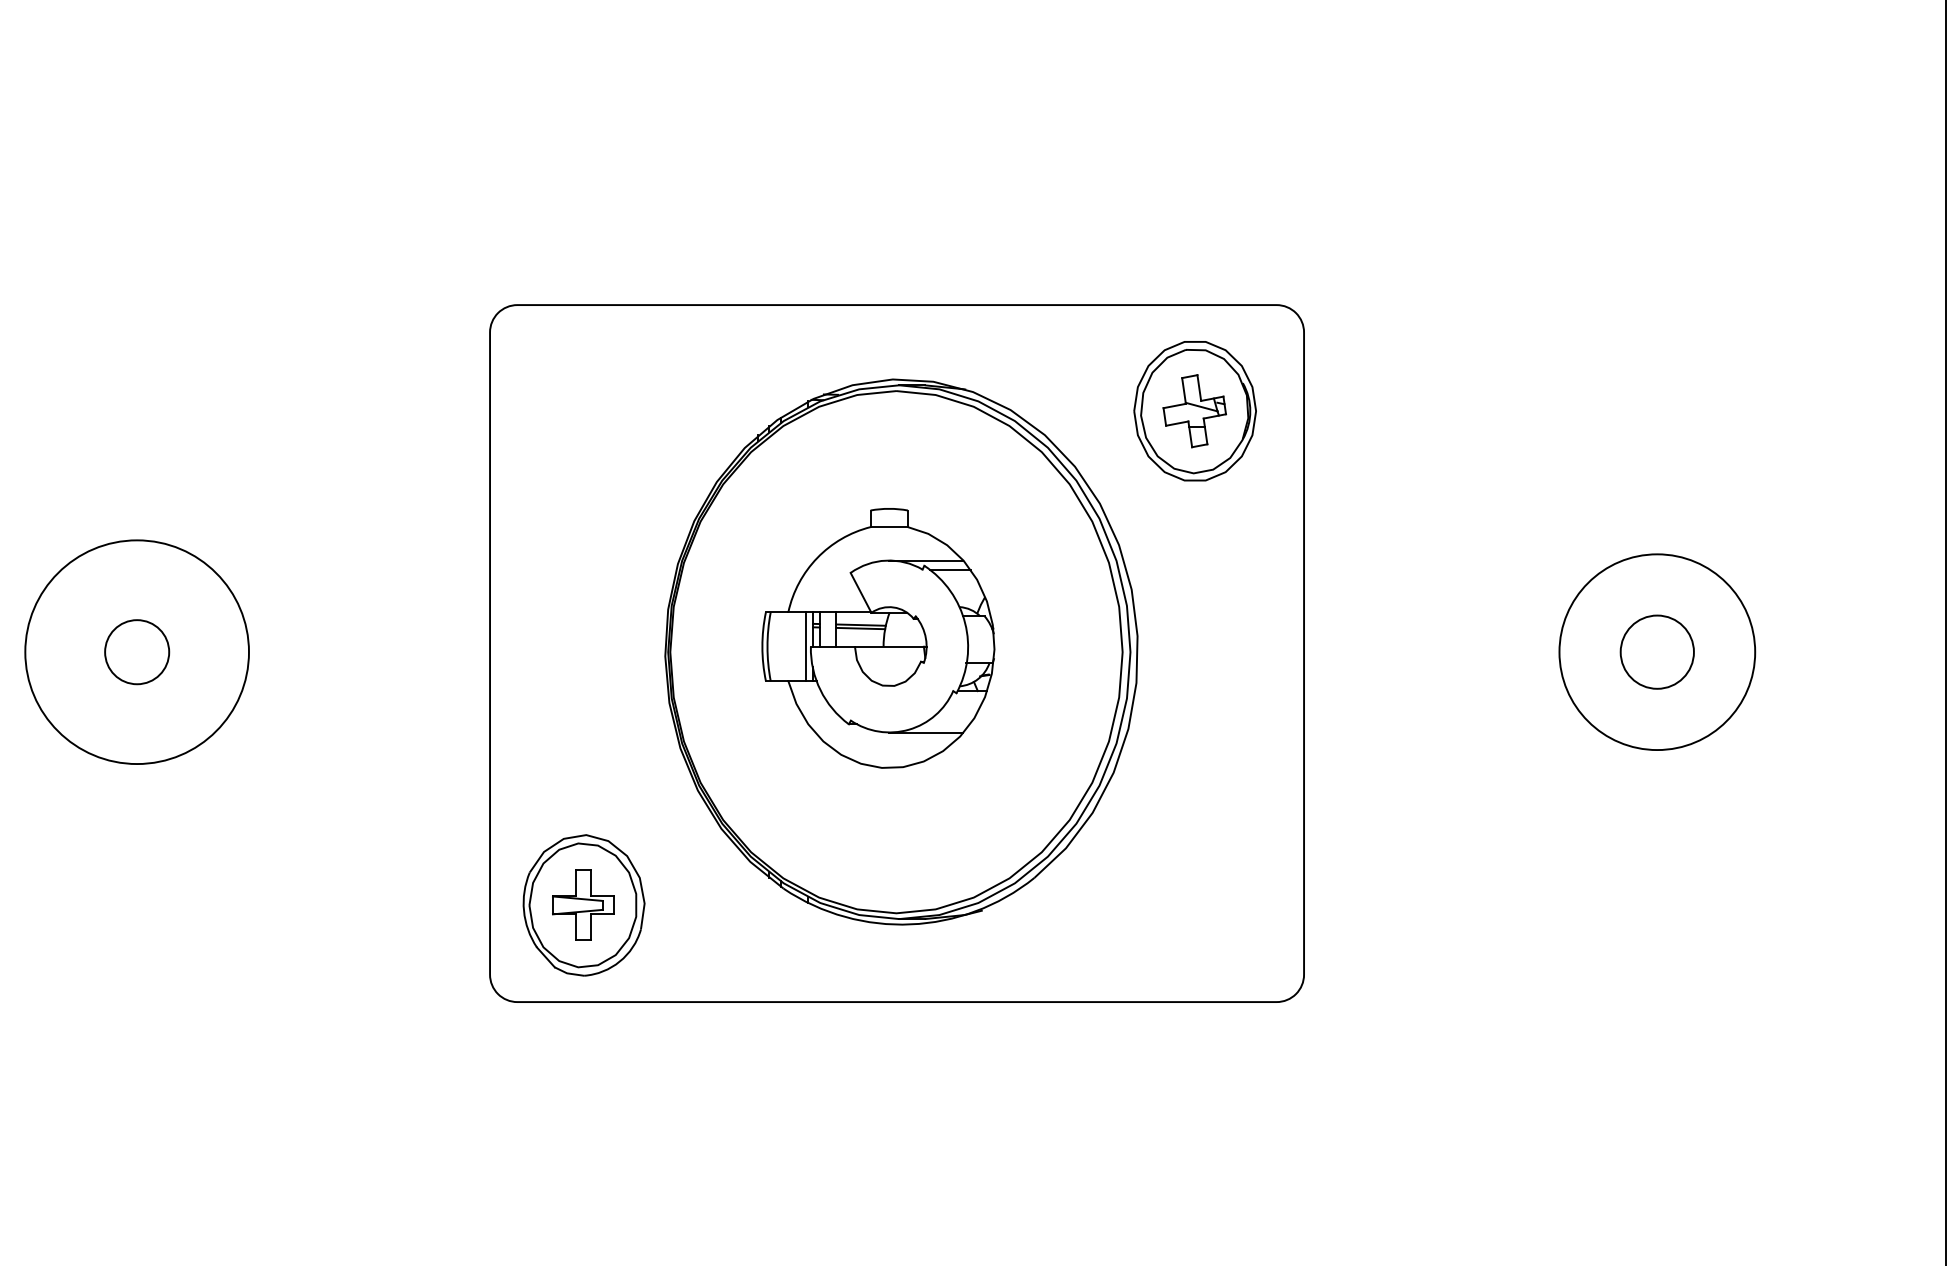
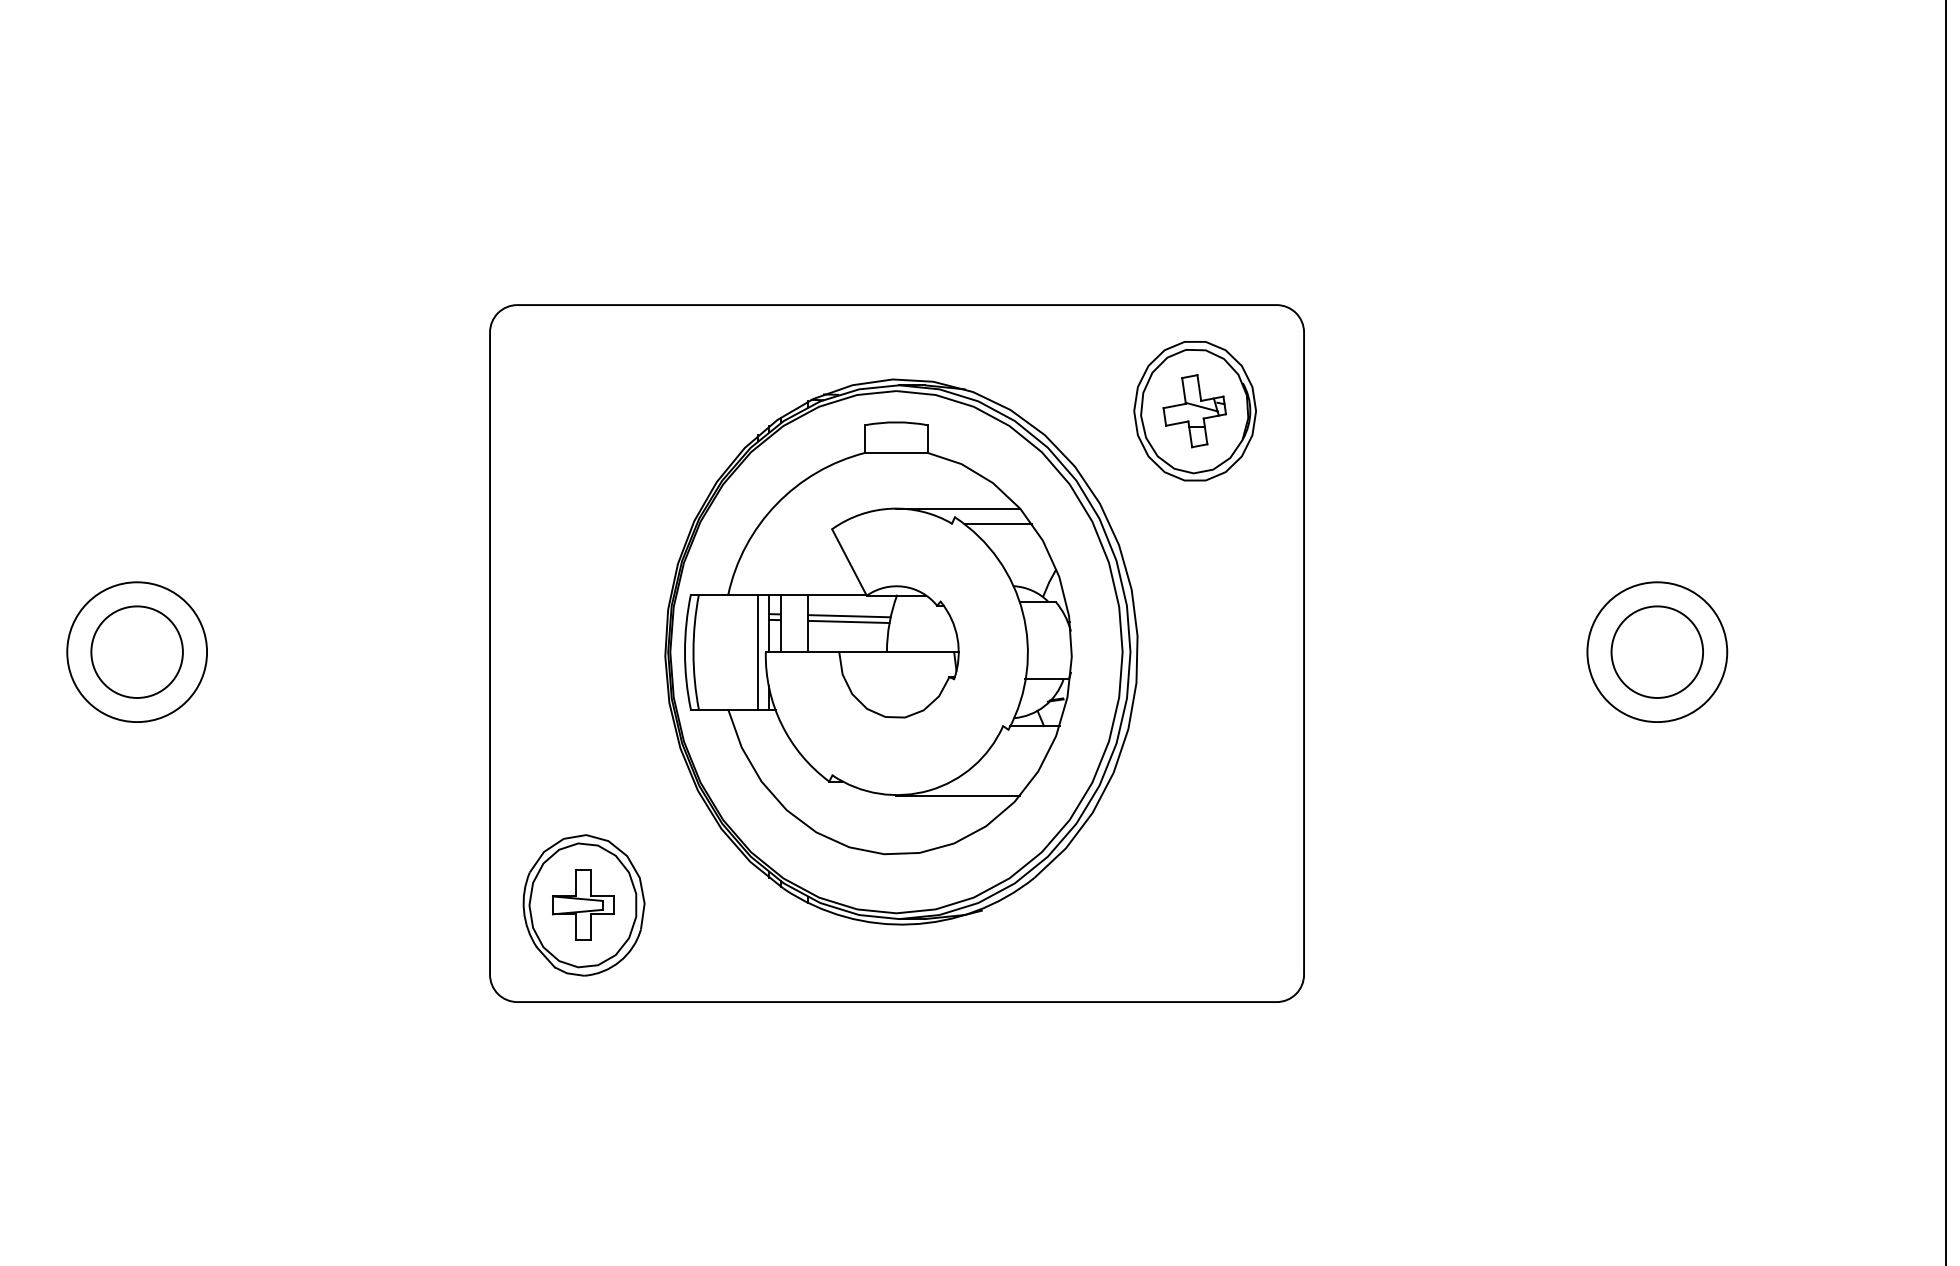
part at (878, 638) size: 235x261 px -> 389x435 px
circle at (1656, 651) diameter: 73 px -> 92 px
circle at (137, 652) diameter: 224 px -> 140 px
circle at (137, 652) diameter: 64 px -> 92 px
circle at (1657, 652) diameter: 196 px -> 140 px
